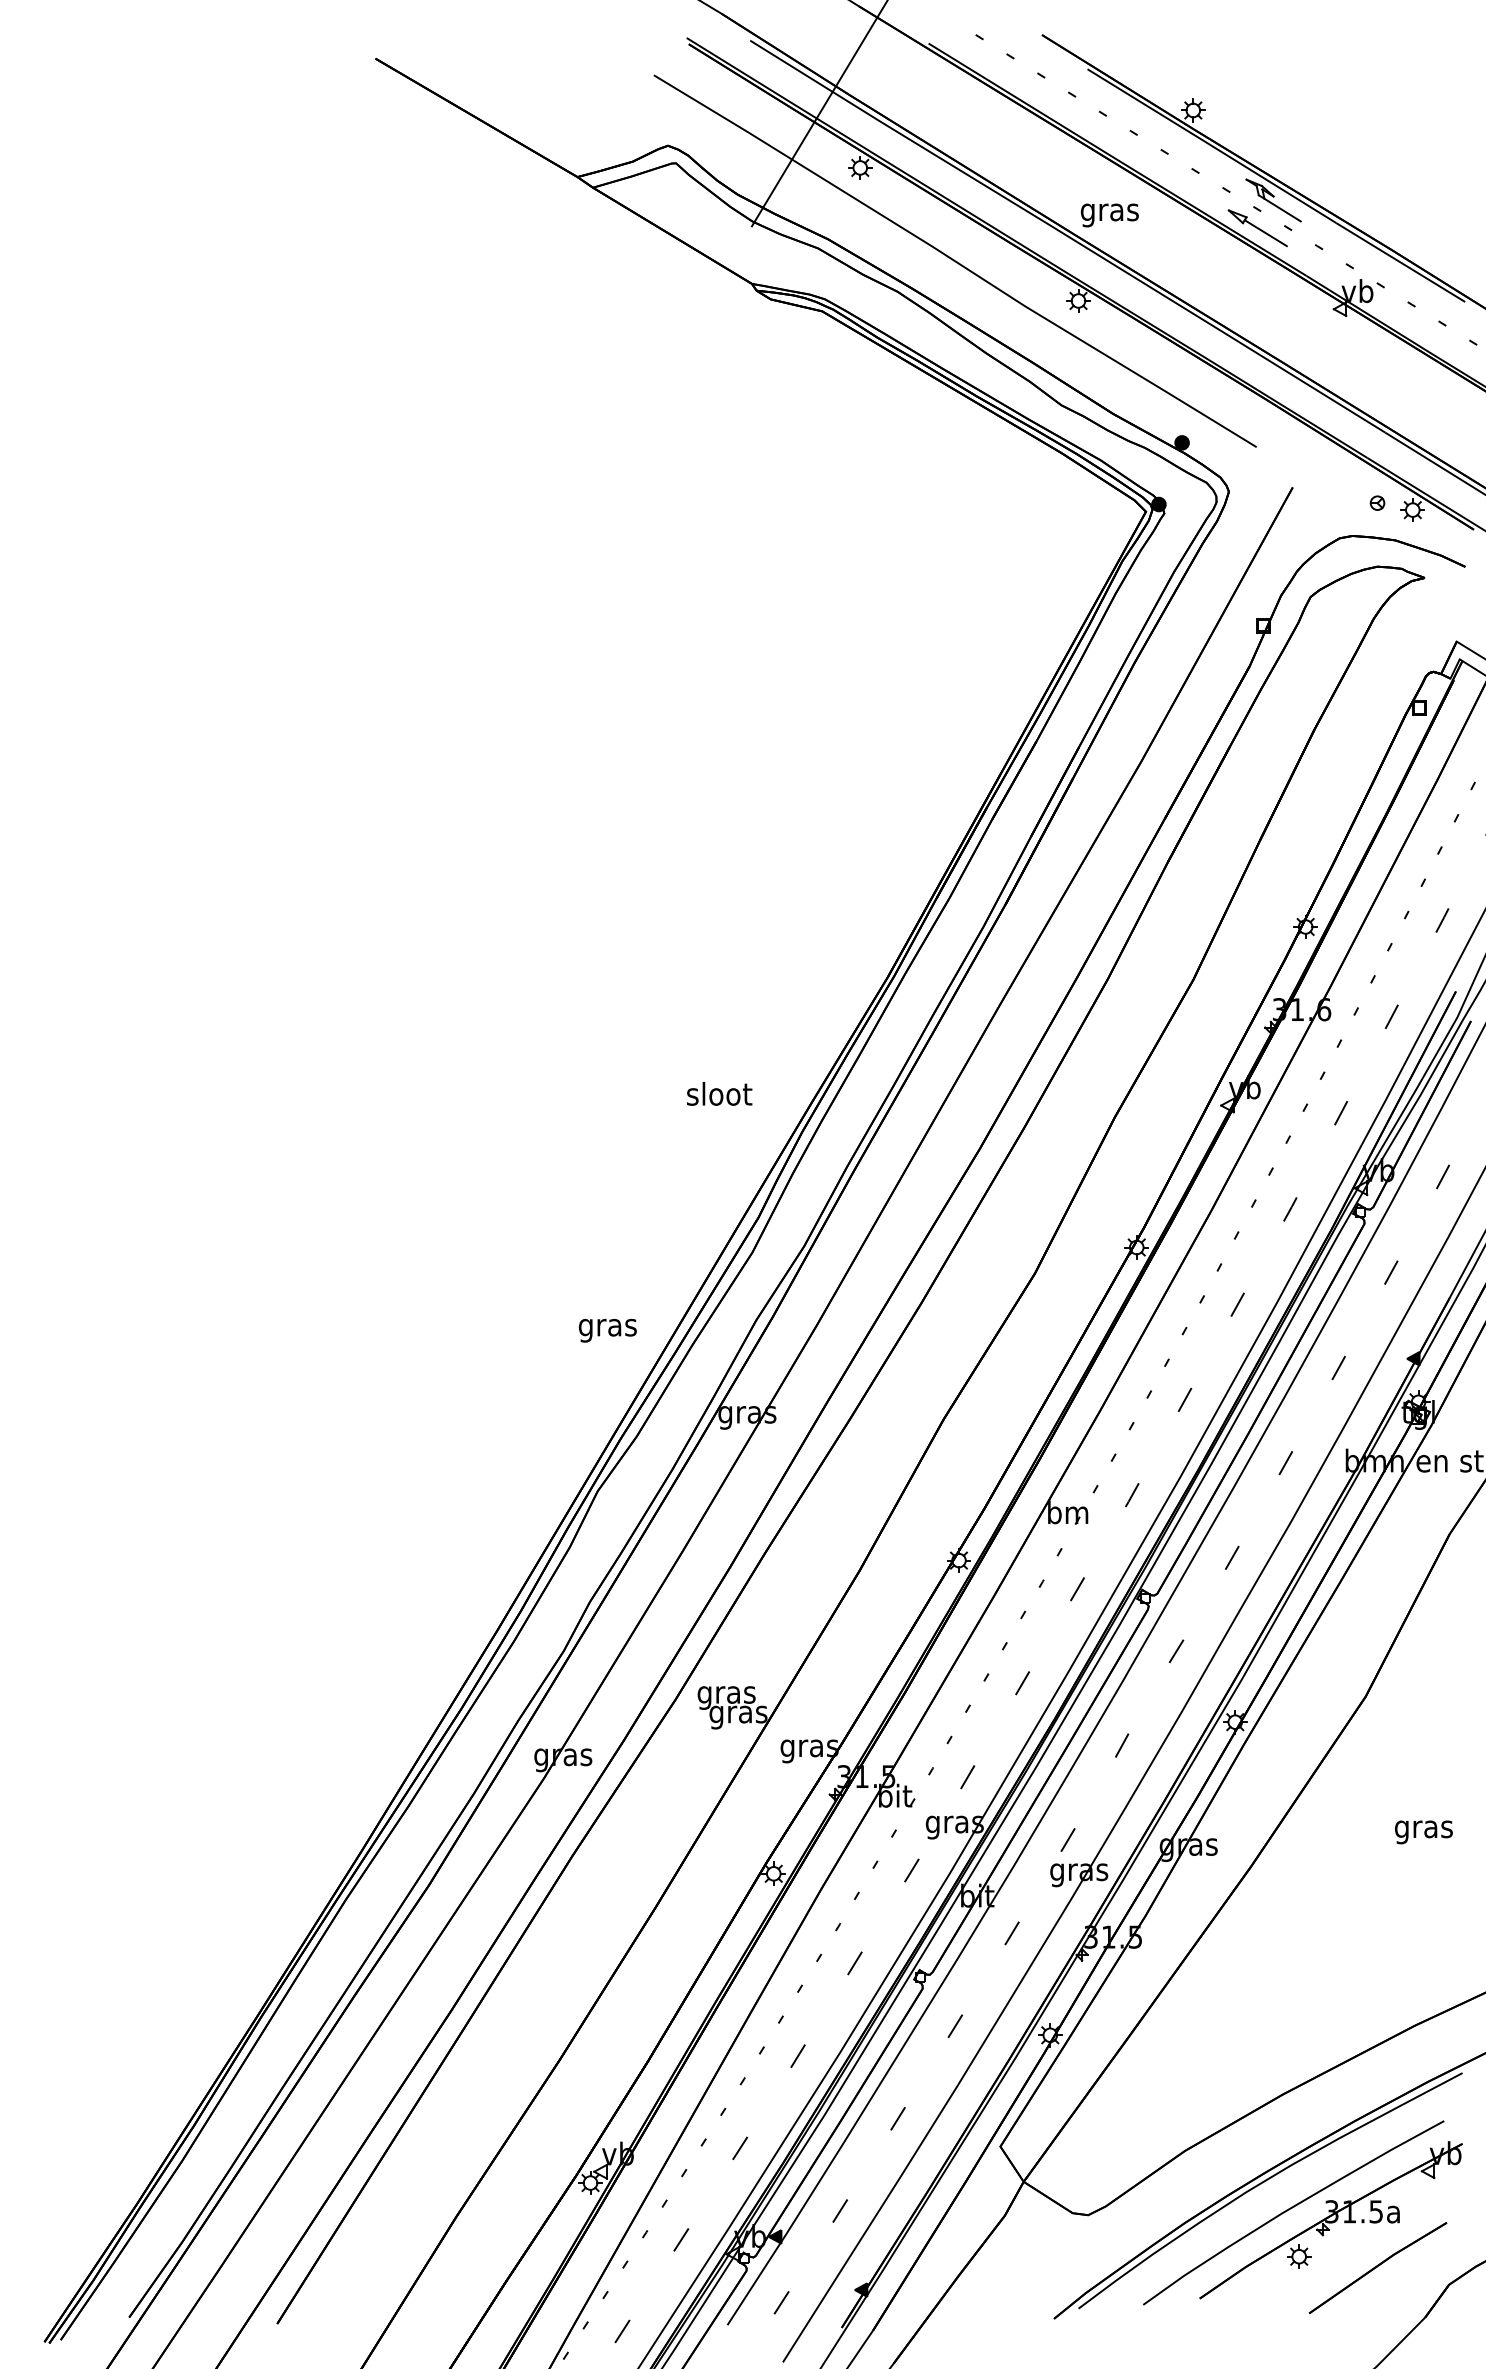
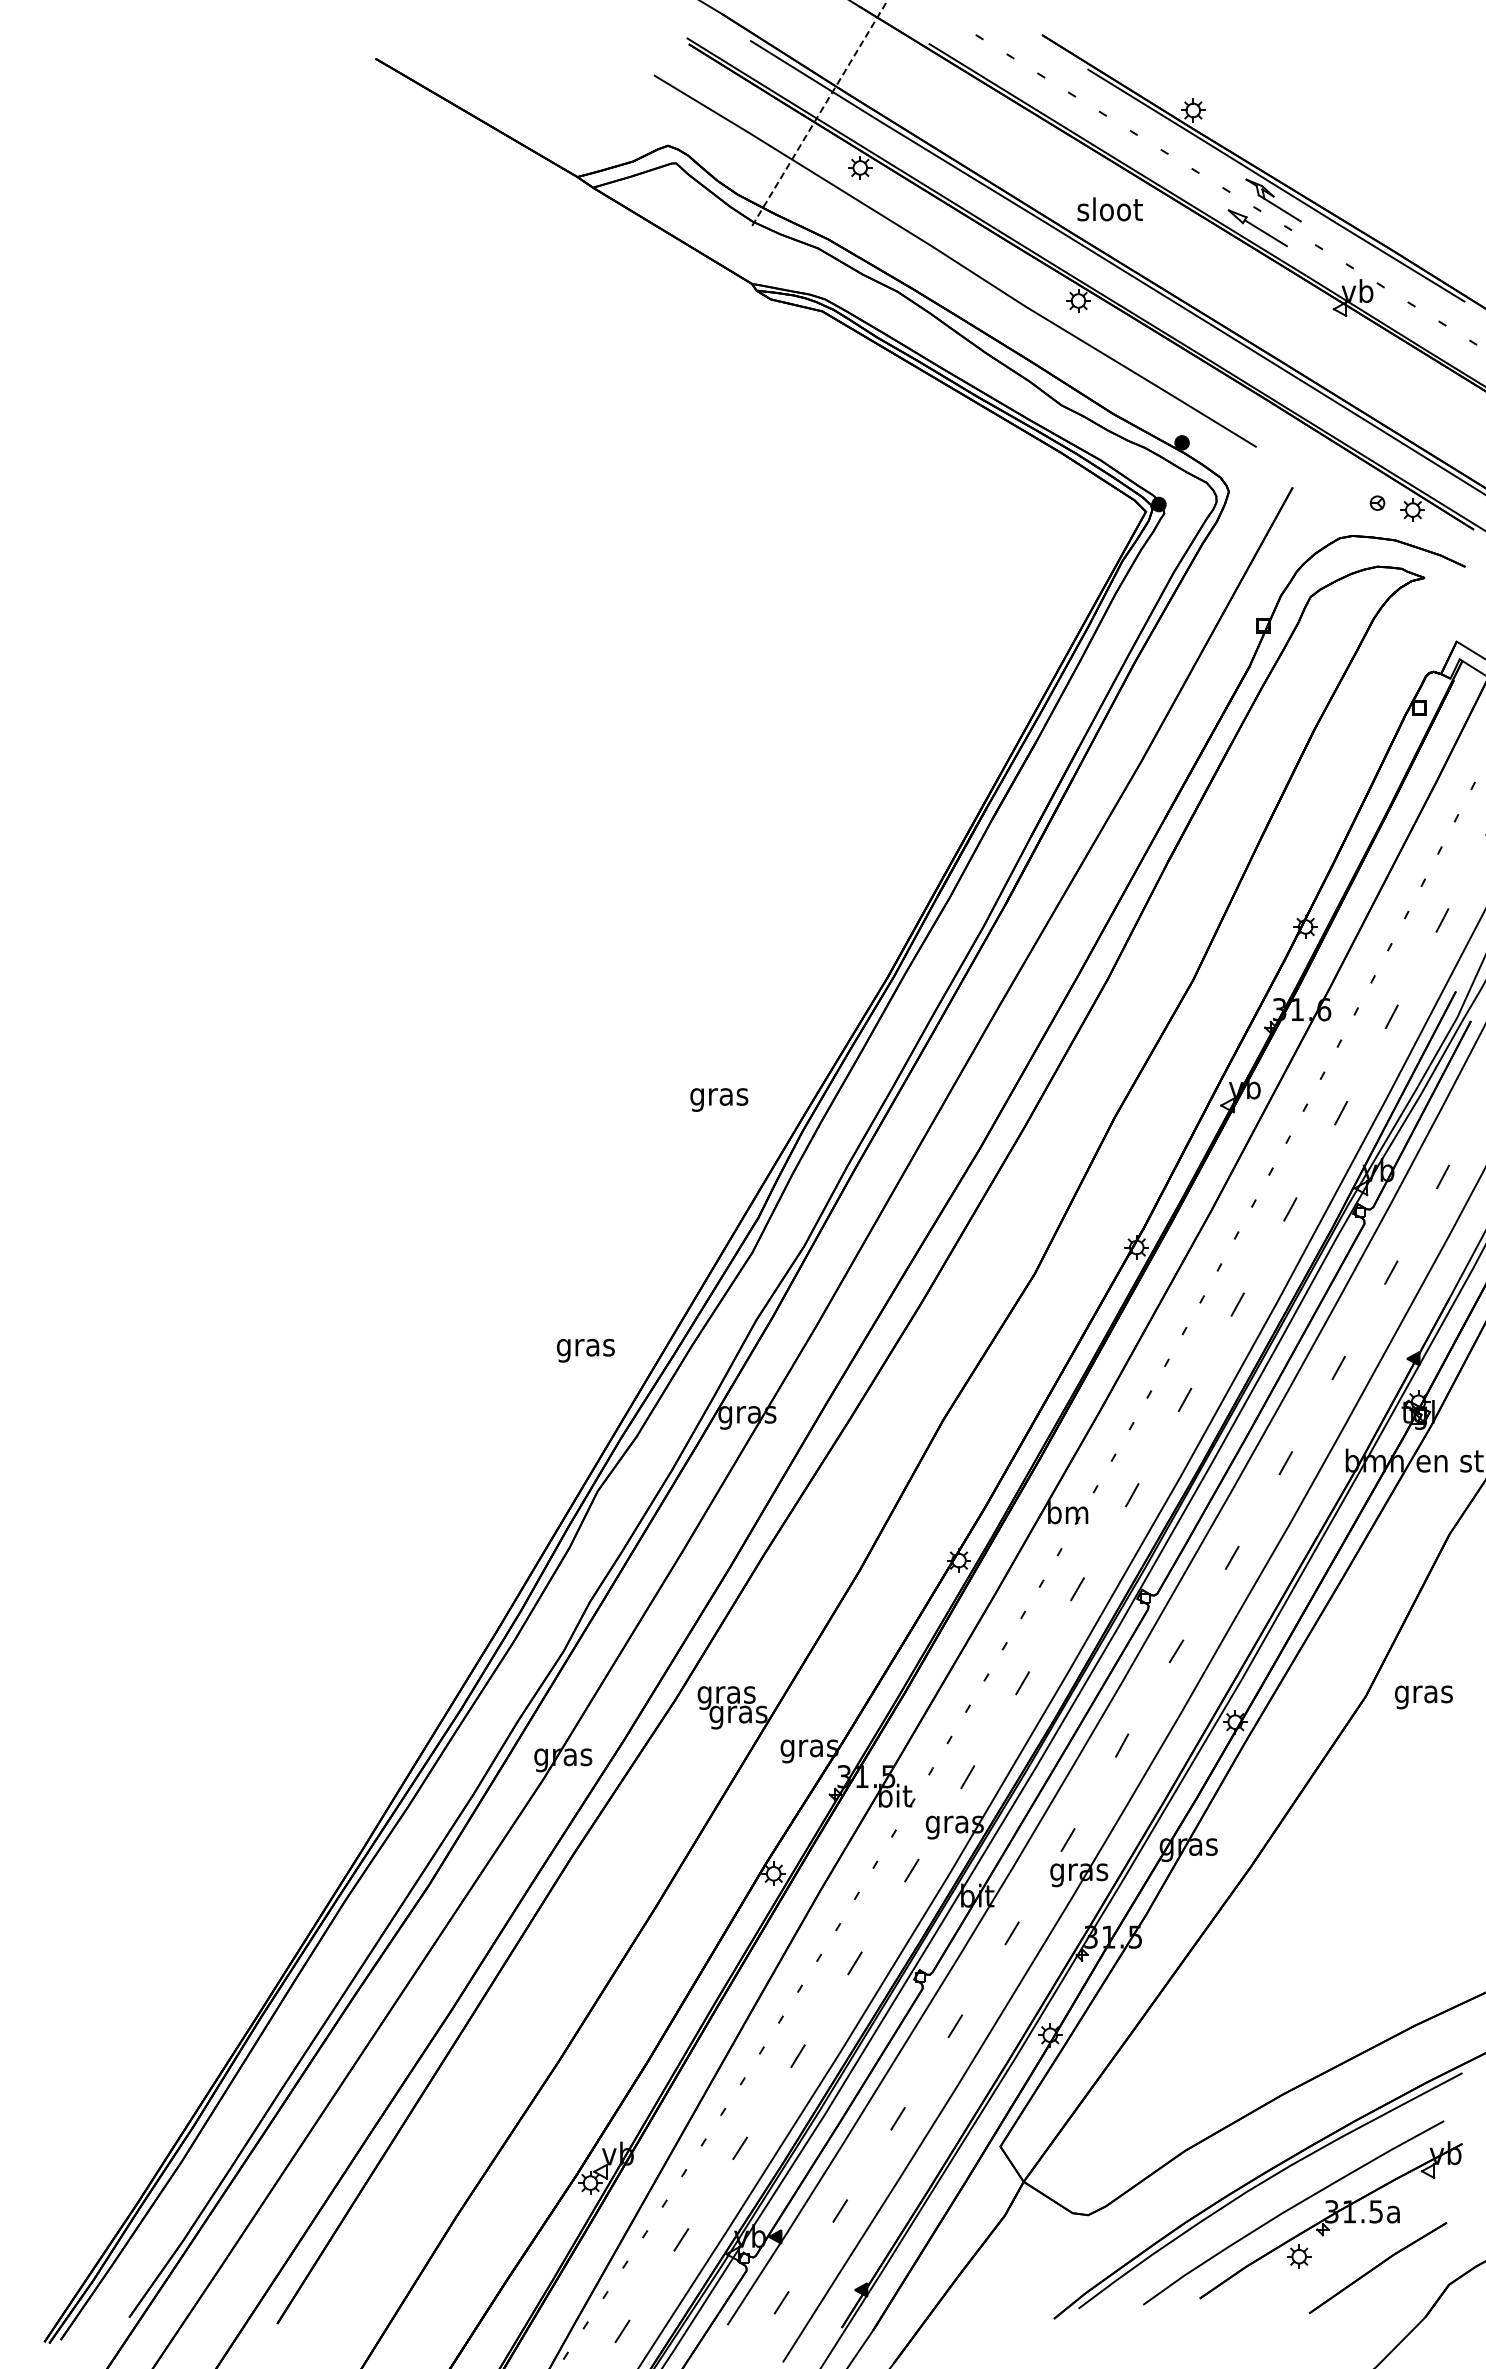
line at (819, 113): solid -> dashed
text at (1109, 212): gras -> sloot
text at (719, 1096): sloot -> gras
text at (607, 1330) position: (607, 1330) -> (585, 1350)
text at (1423, 1832) position: (1423, 1832) -> (1423, 1697)
